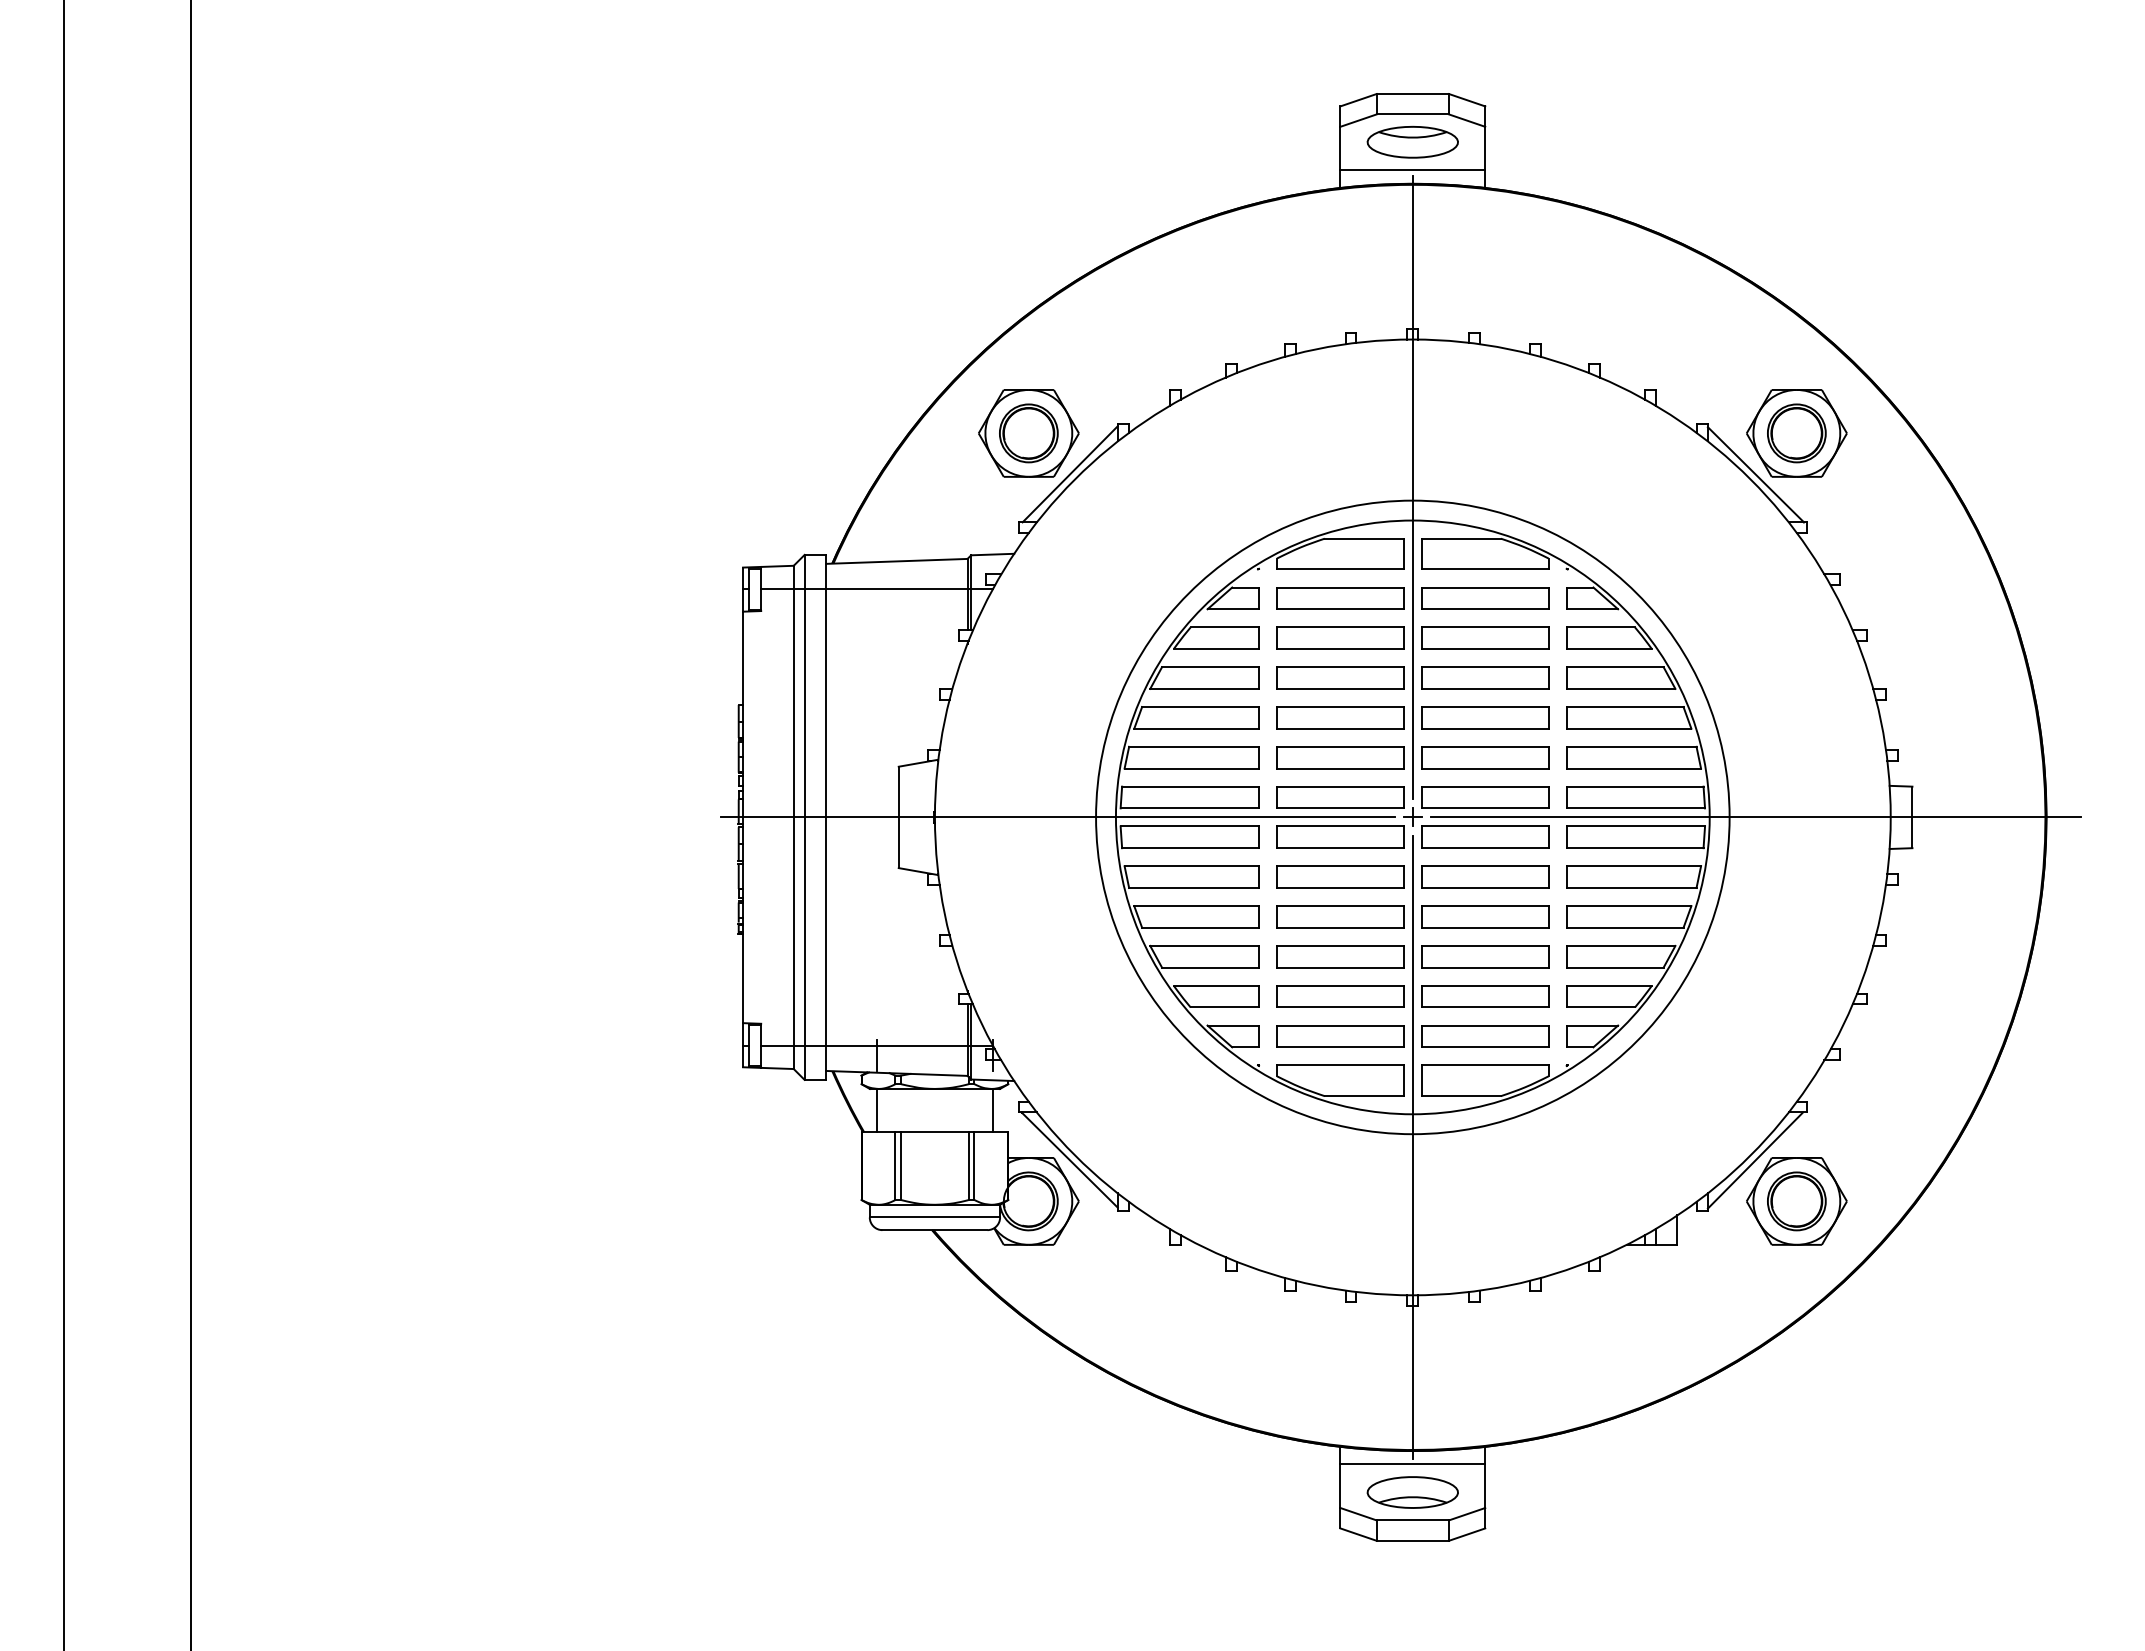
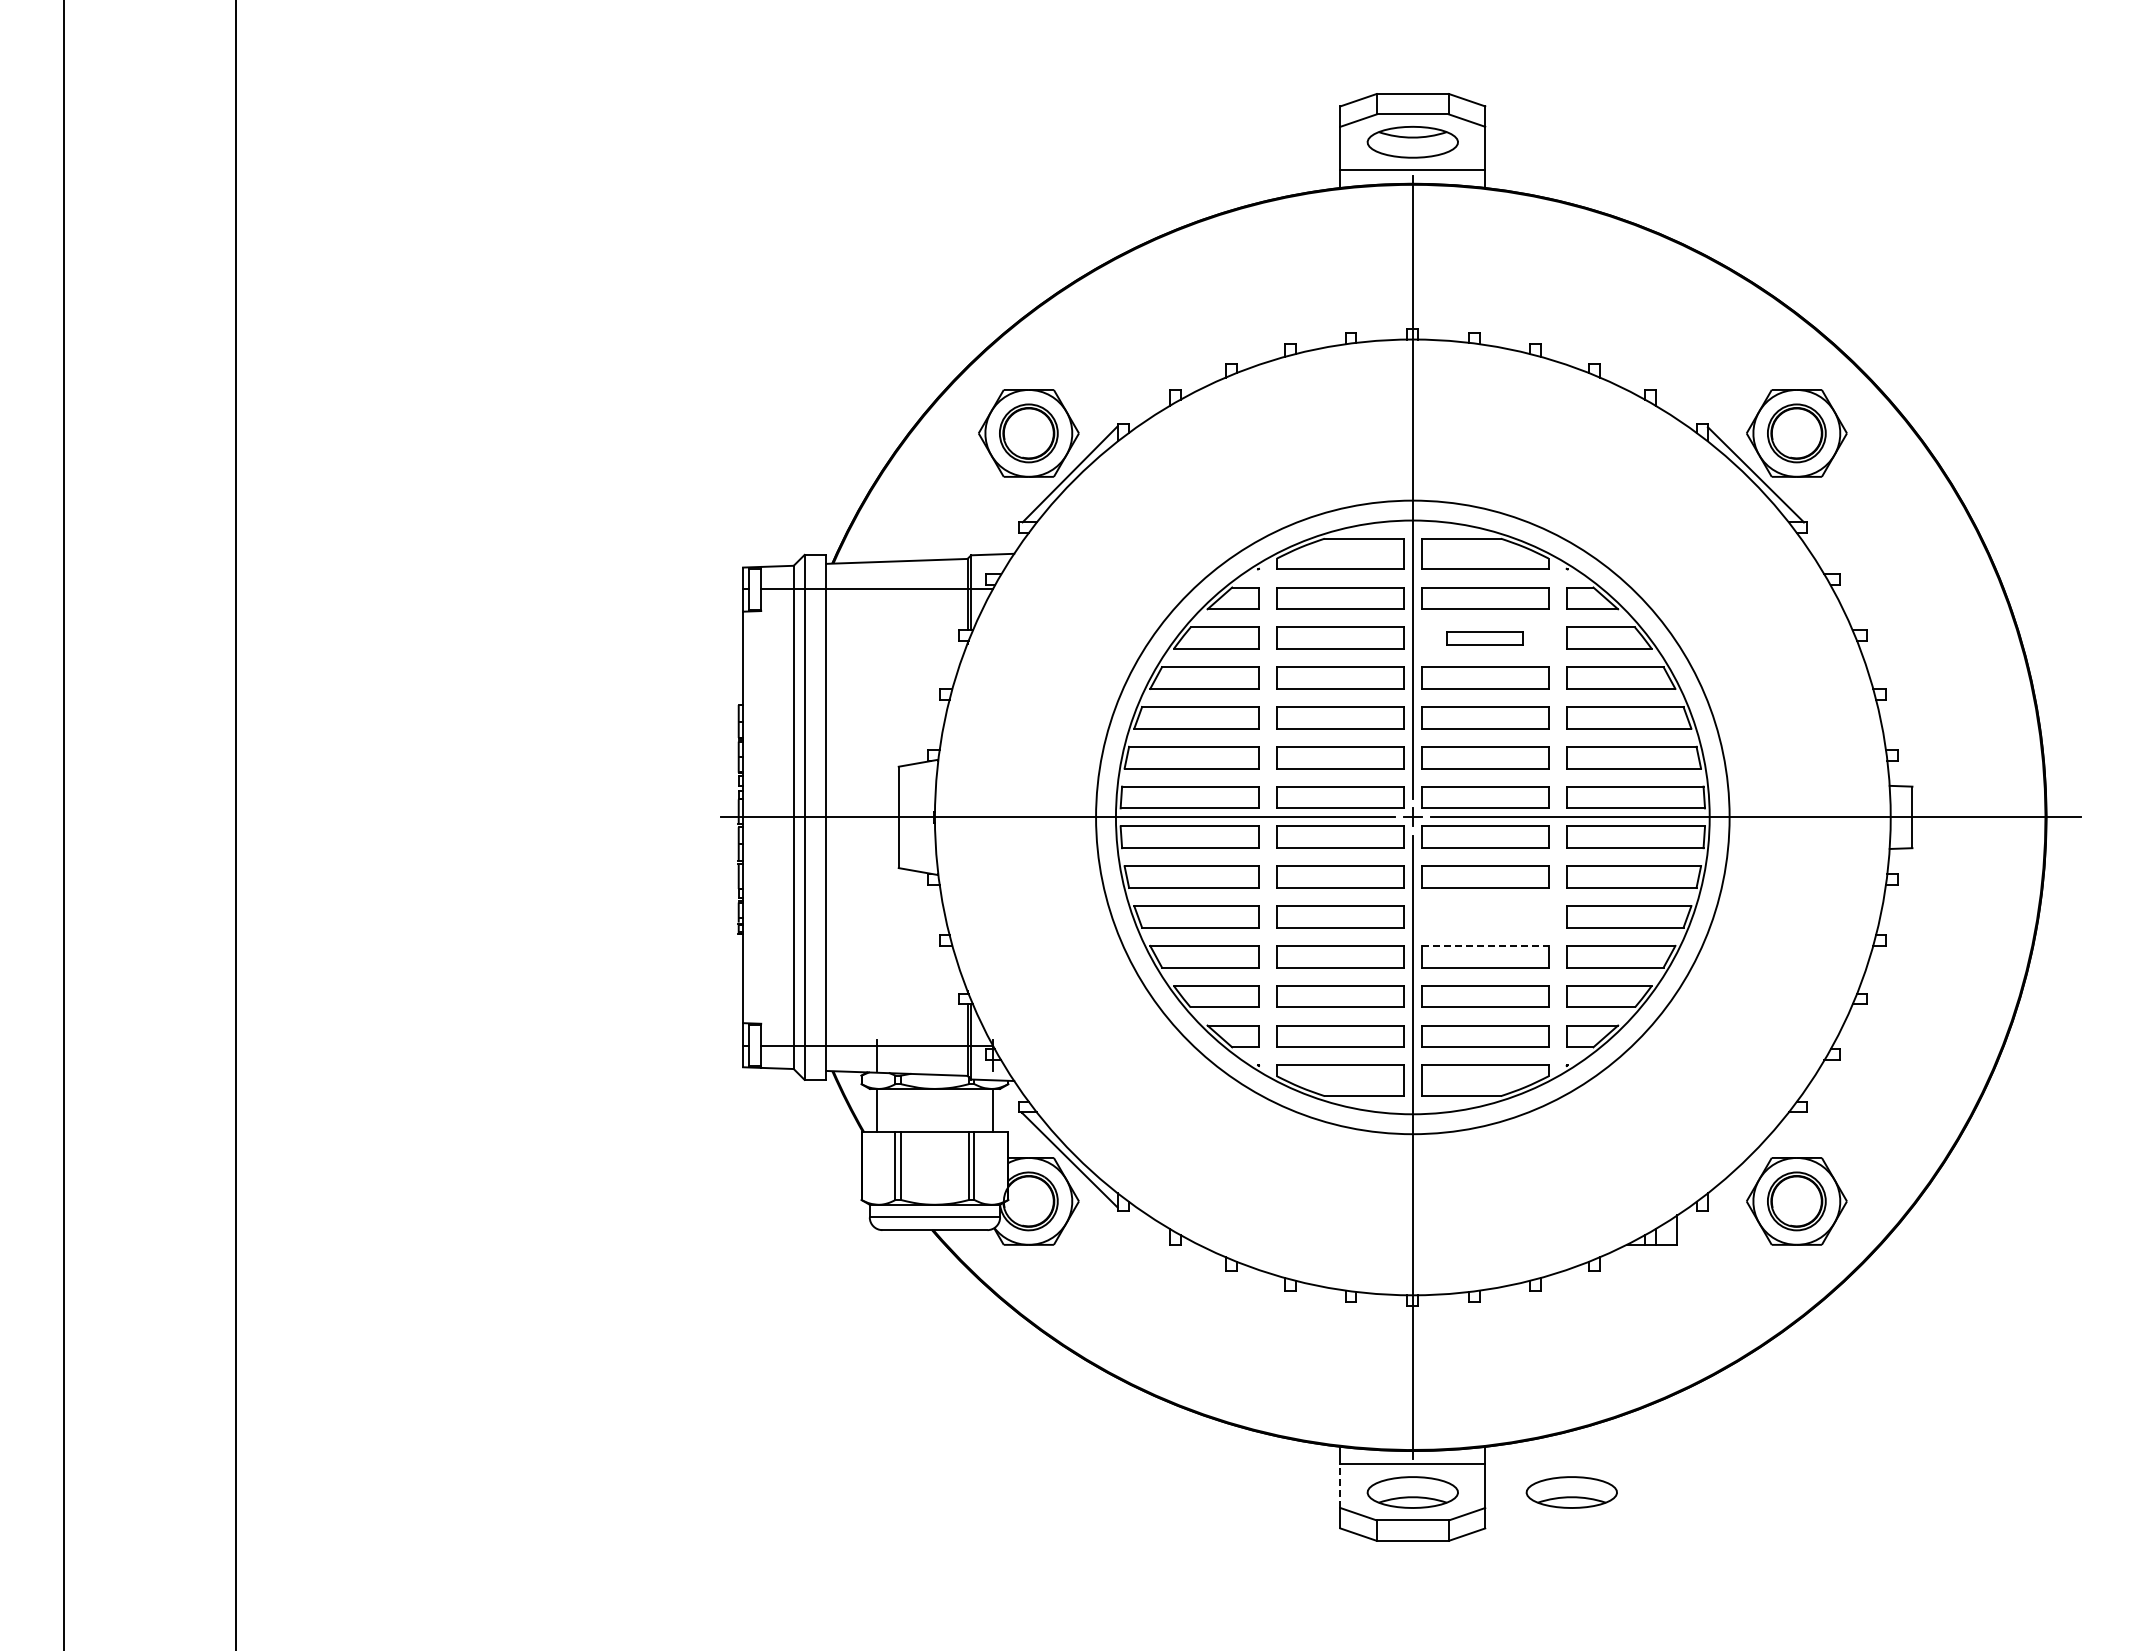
part at (1485, 637) size: 129x24 px -> 78x15 px
line at (191, 824) position: (191, 824) -> (236, 824)
part at (1485, 916): present -> none
line at (1485, 945): solid -> dashed
line at (1755, 1160): present -> none
line at (1340, 1486): solid -> dashed
part at (1571, 1492): none -> present
